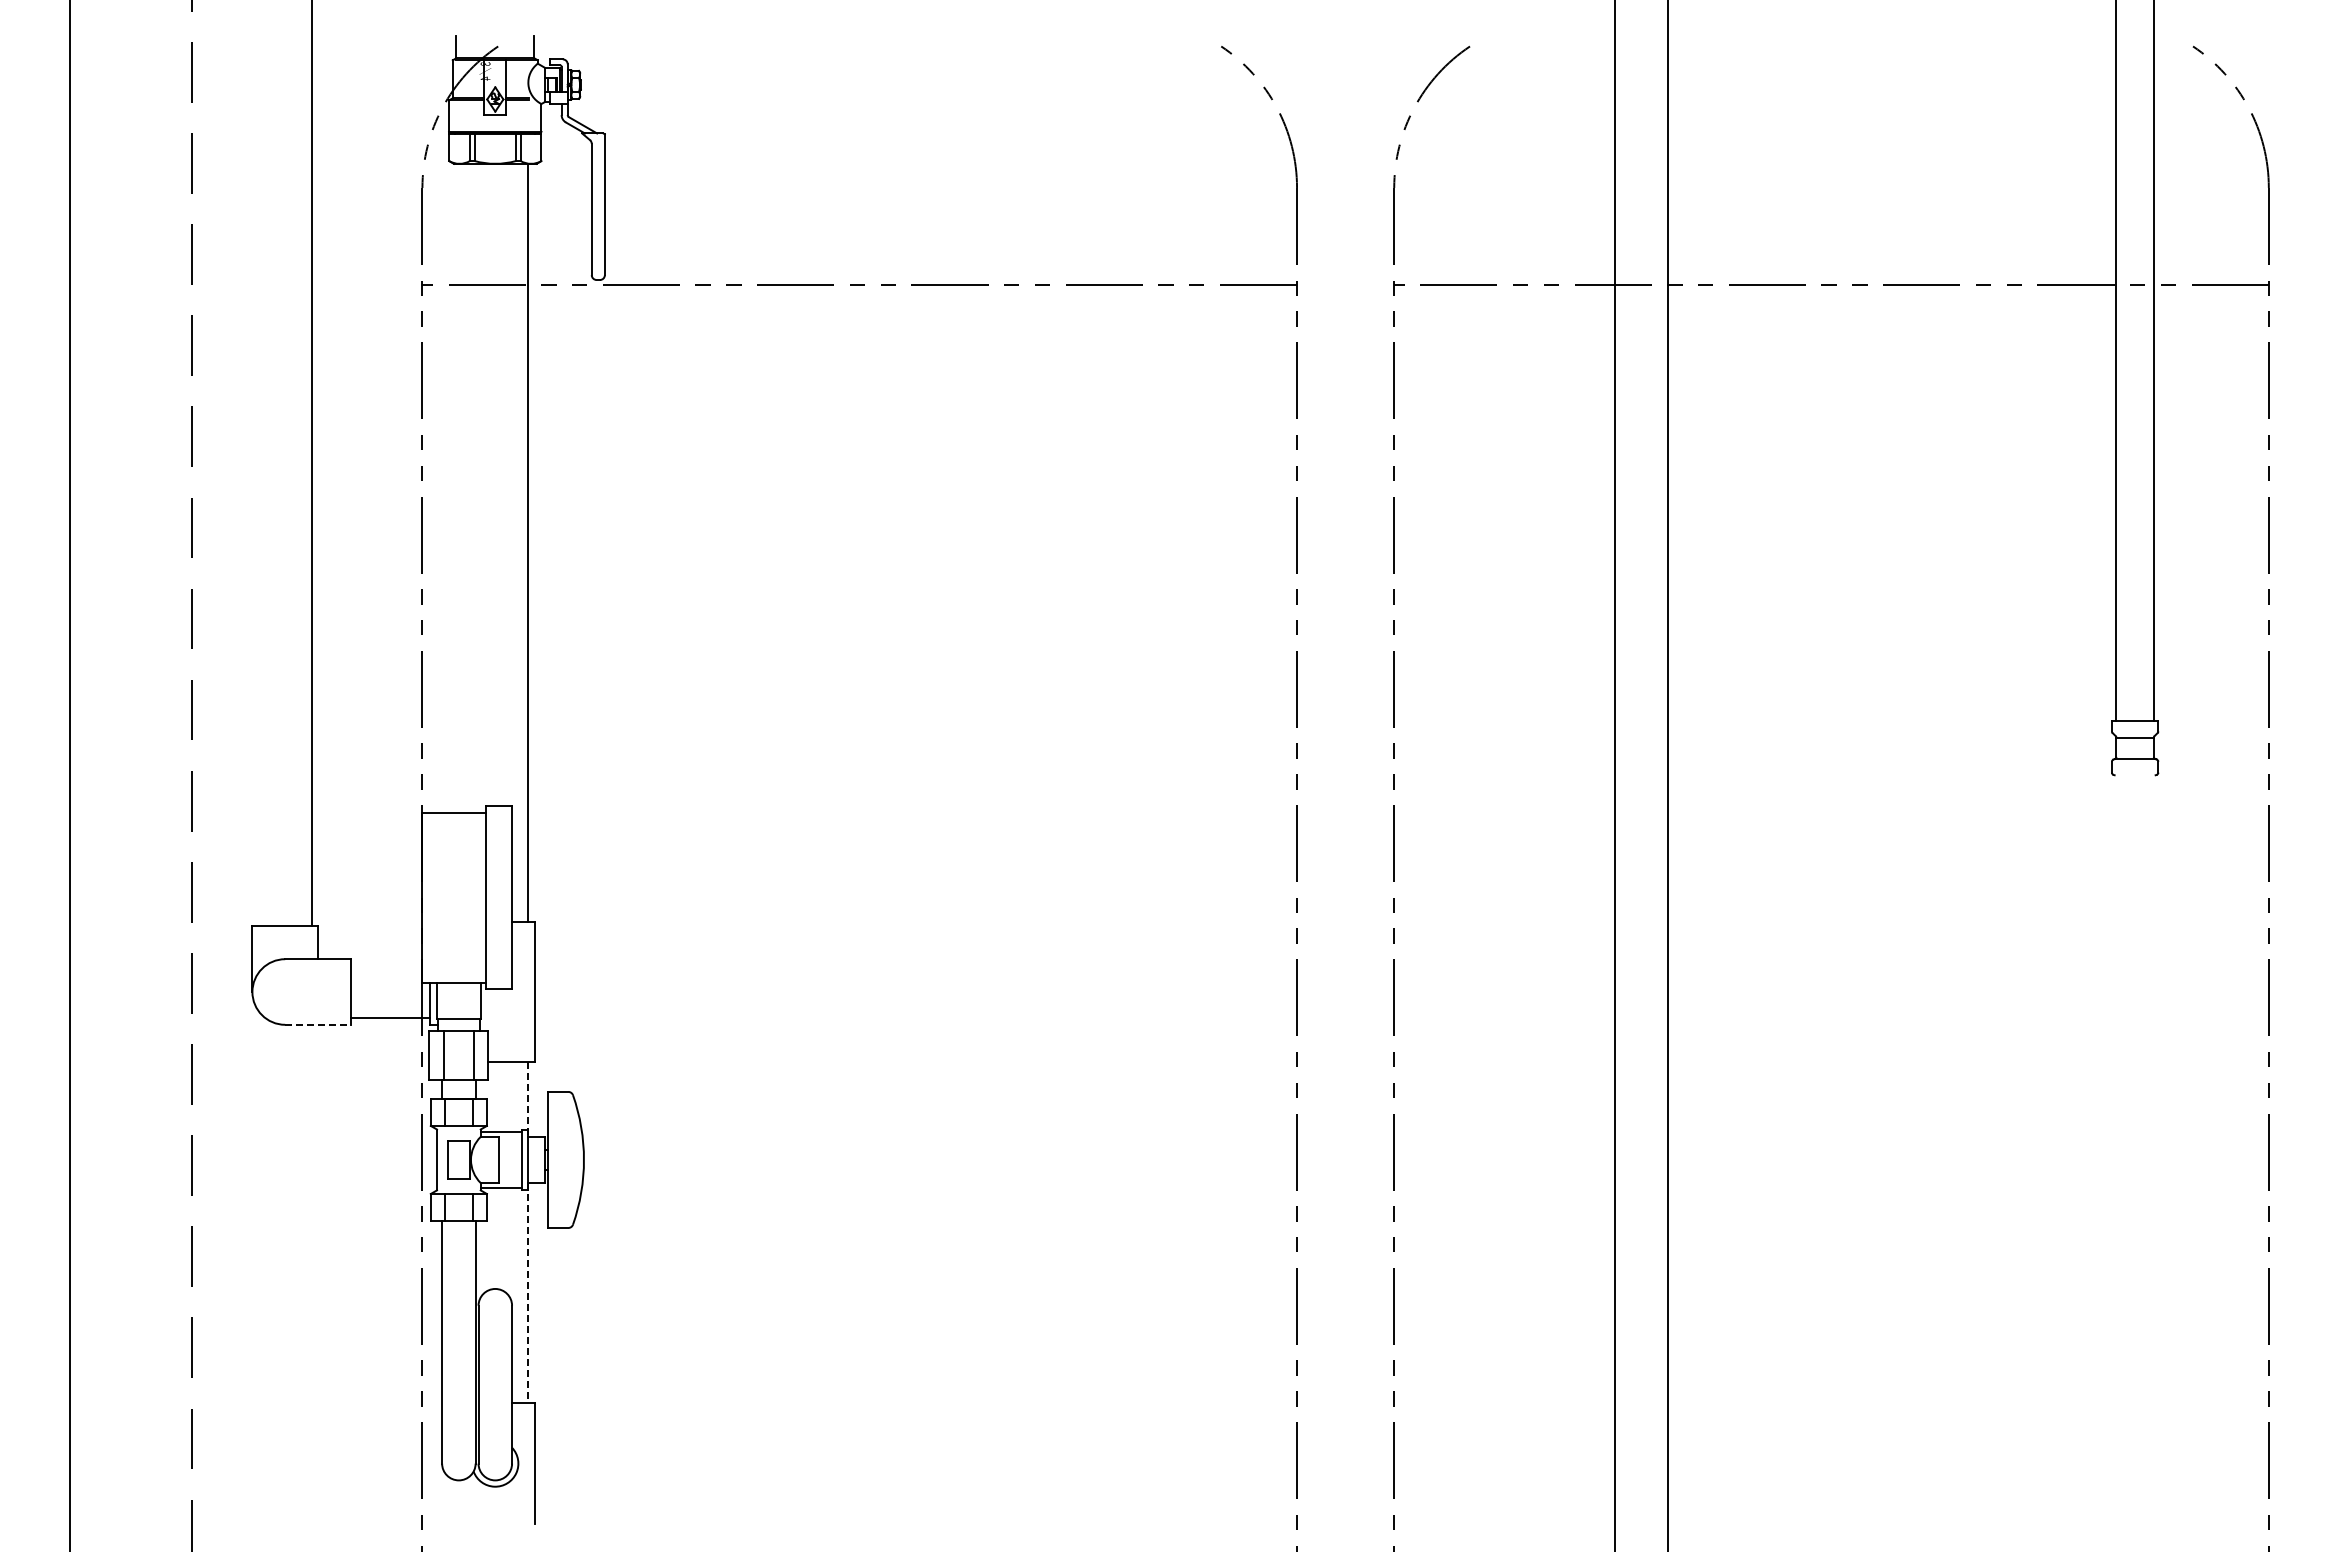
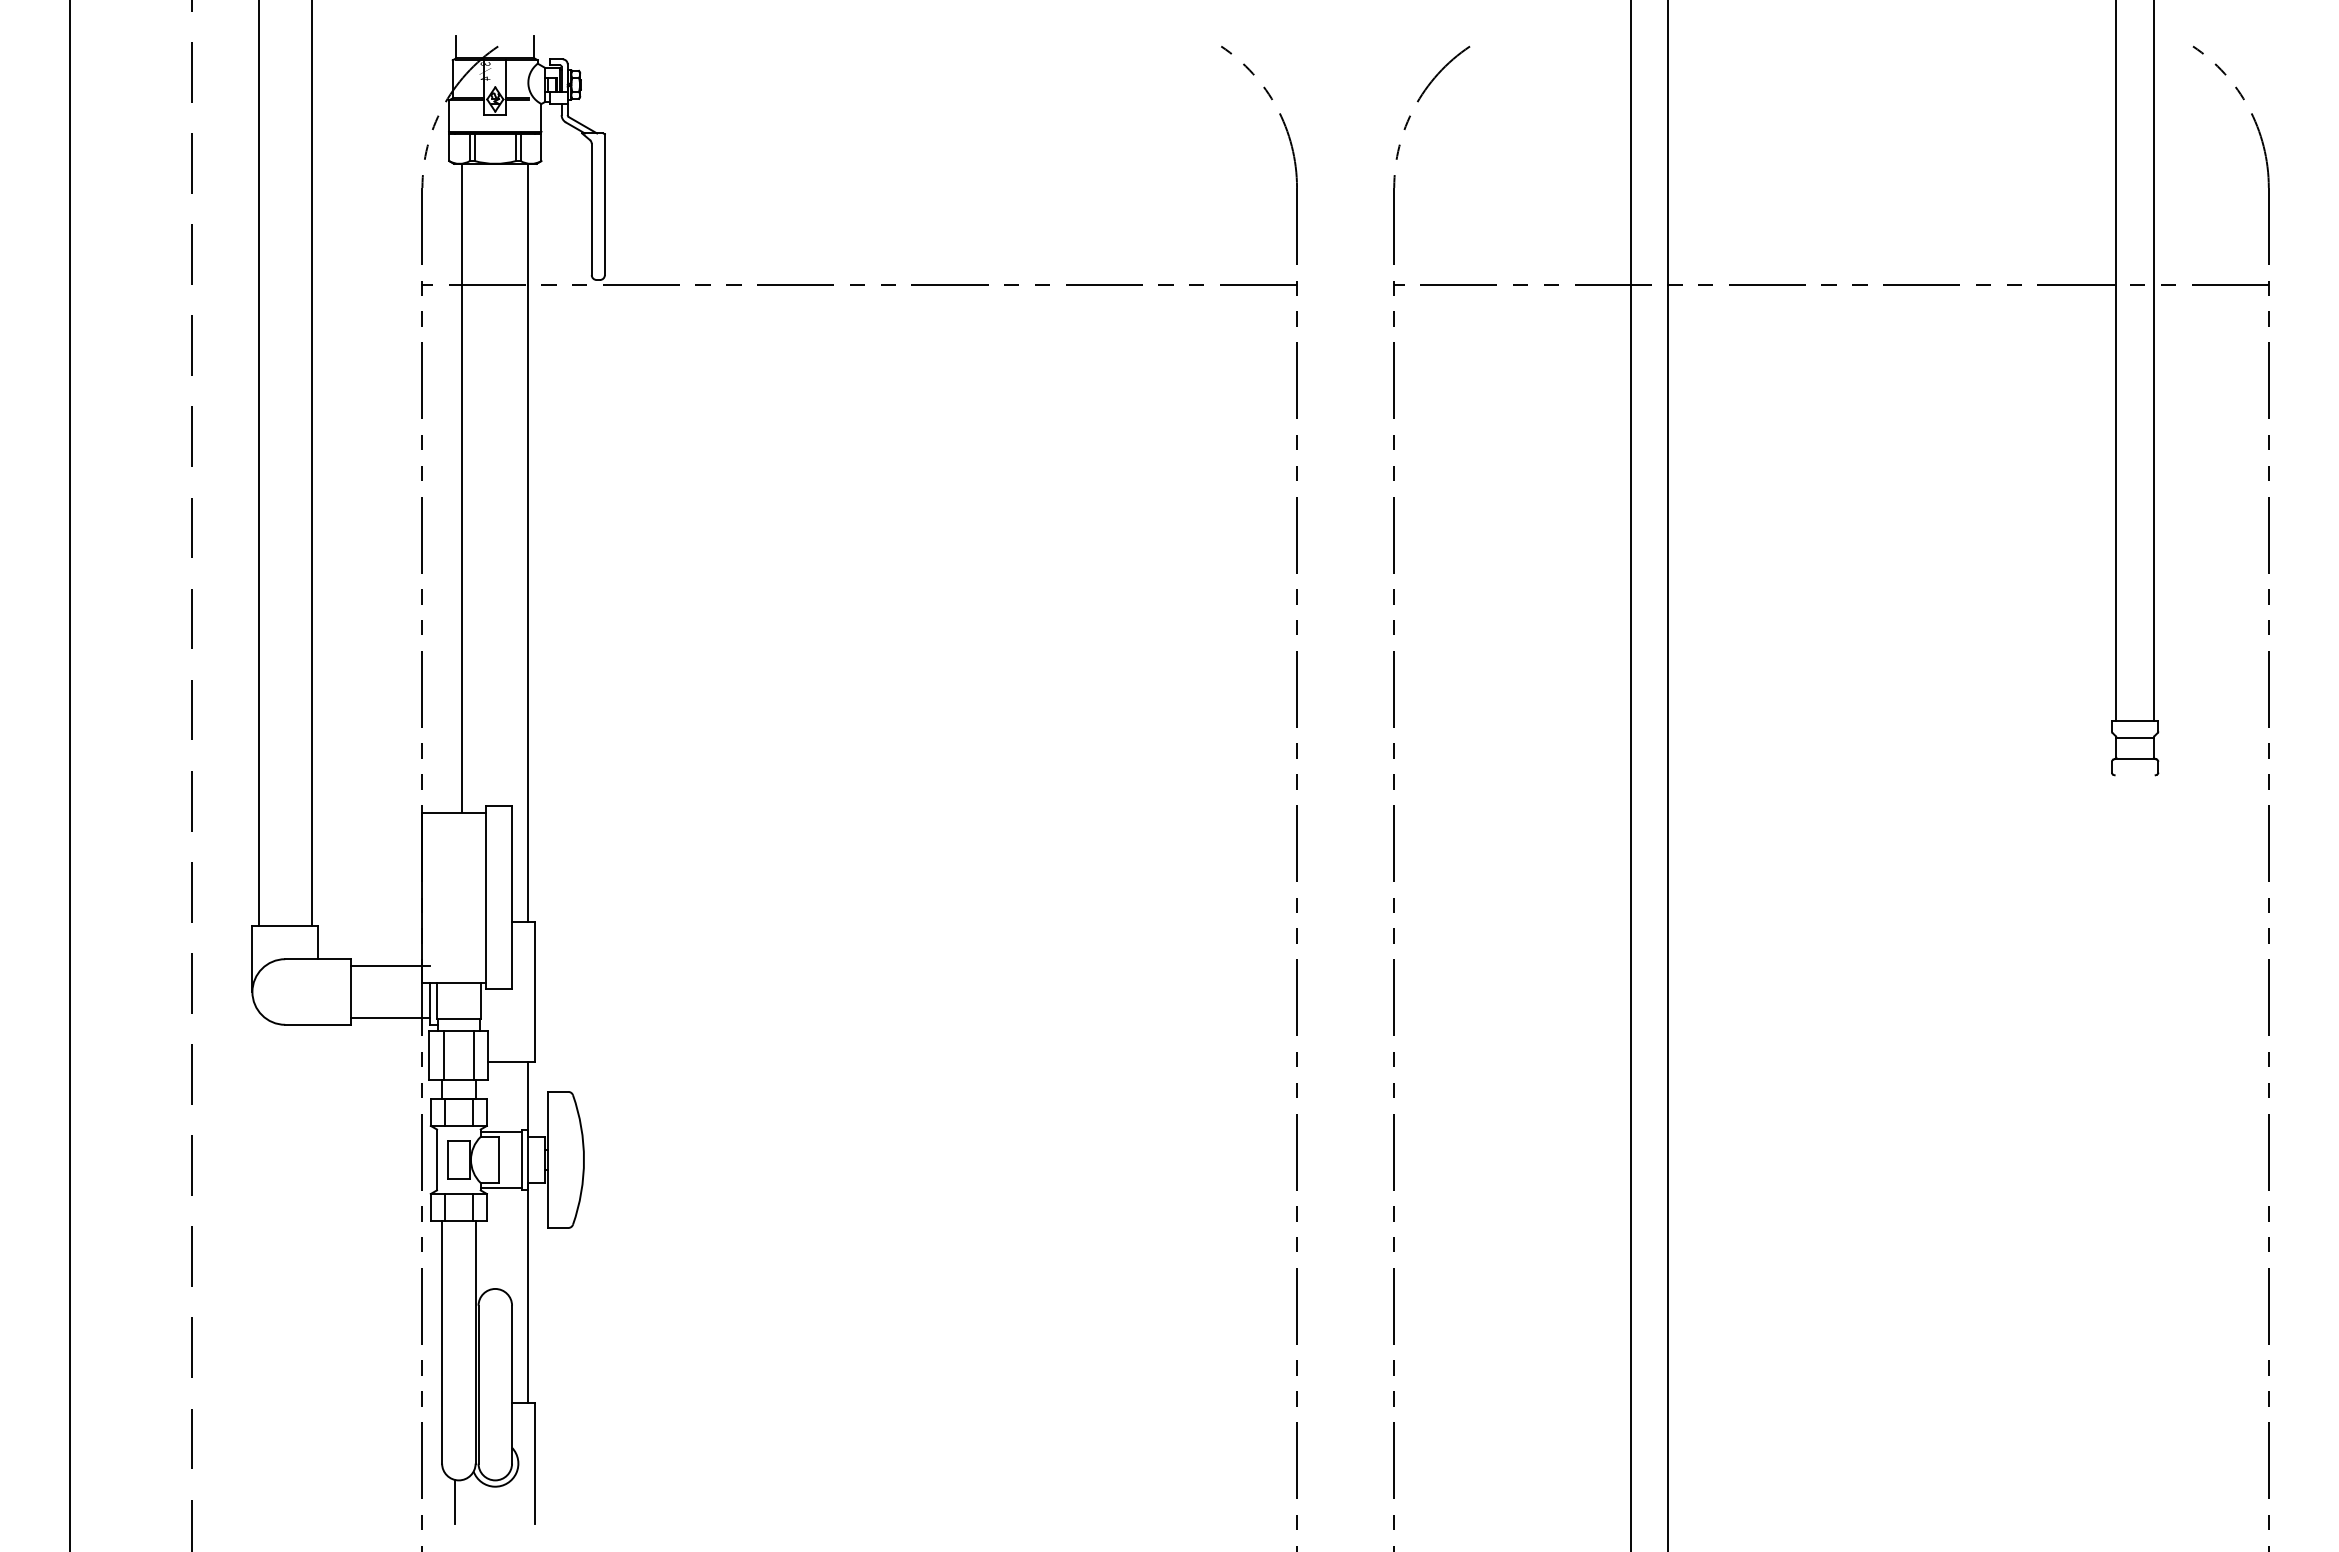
line at (258, 464): none -> present
line at (462, 487): none -> present
line at (1614, 775) position: (1614, 775) -> (1630, 775)
line at (389, 965): none -> present
line at (318, 1024): dashed -> solid
line at (528, 1100): dashed -> solid
line at (528, 1292): dashed -> solid
line at (455, 1501): none -> present
